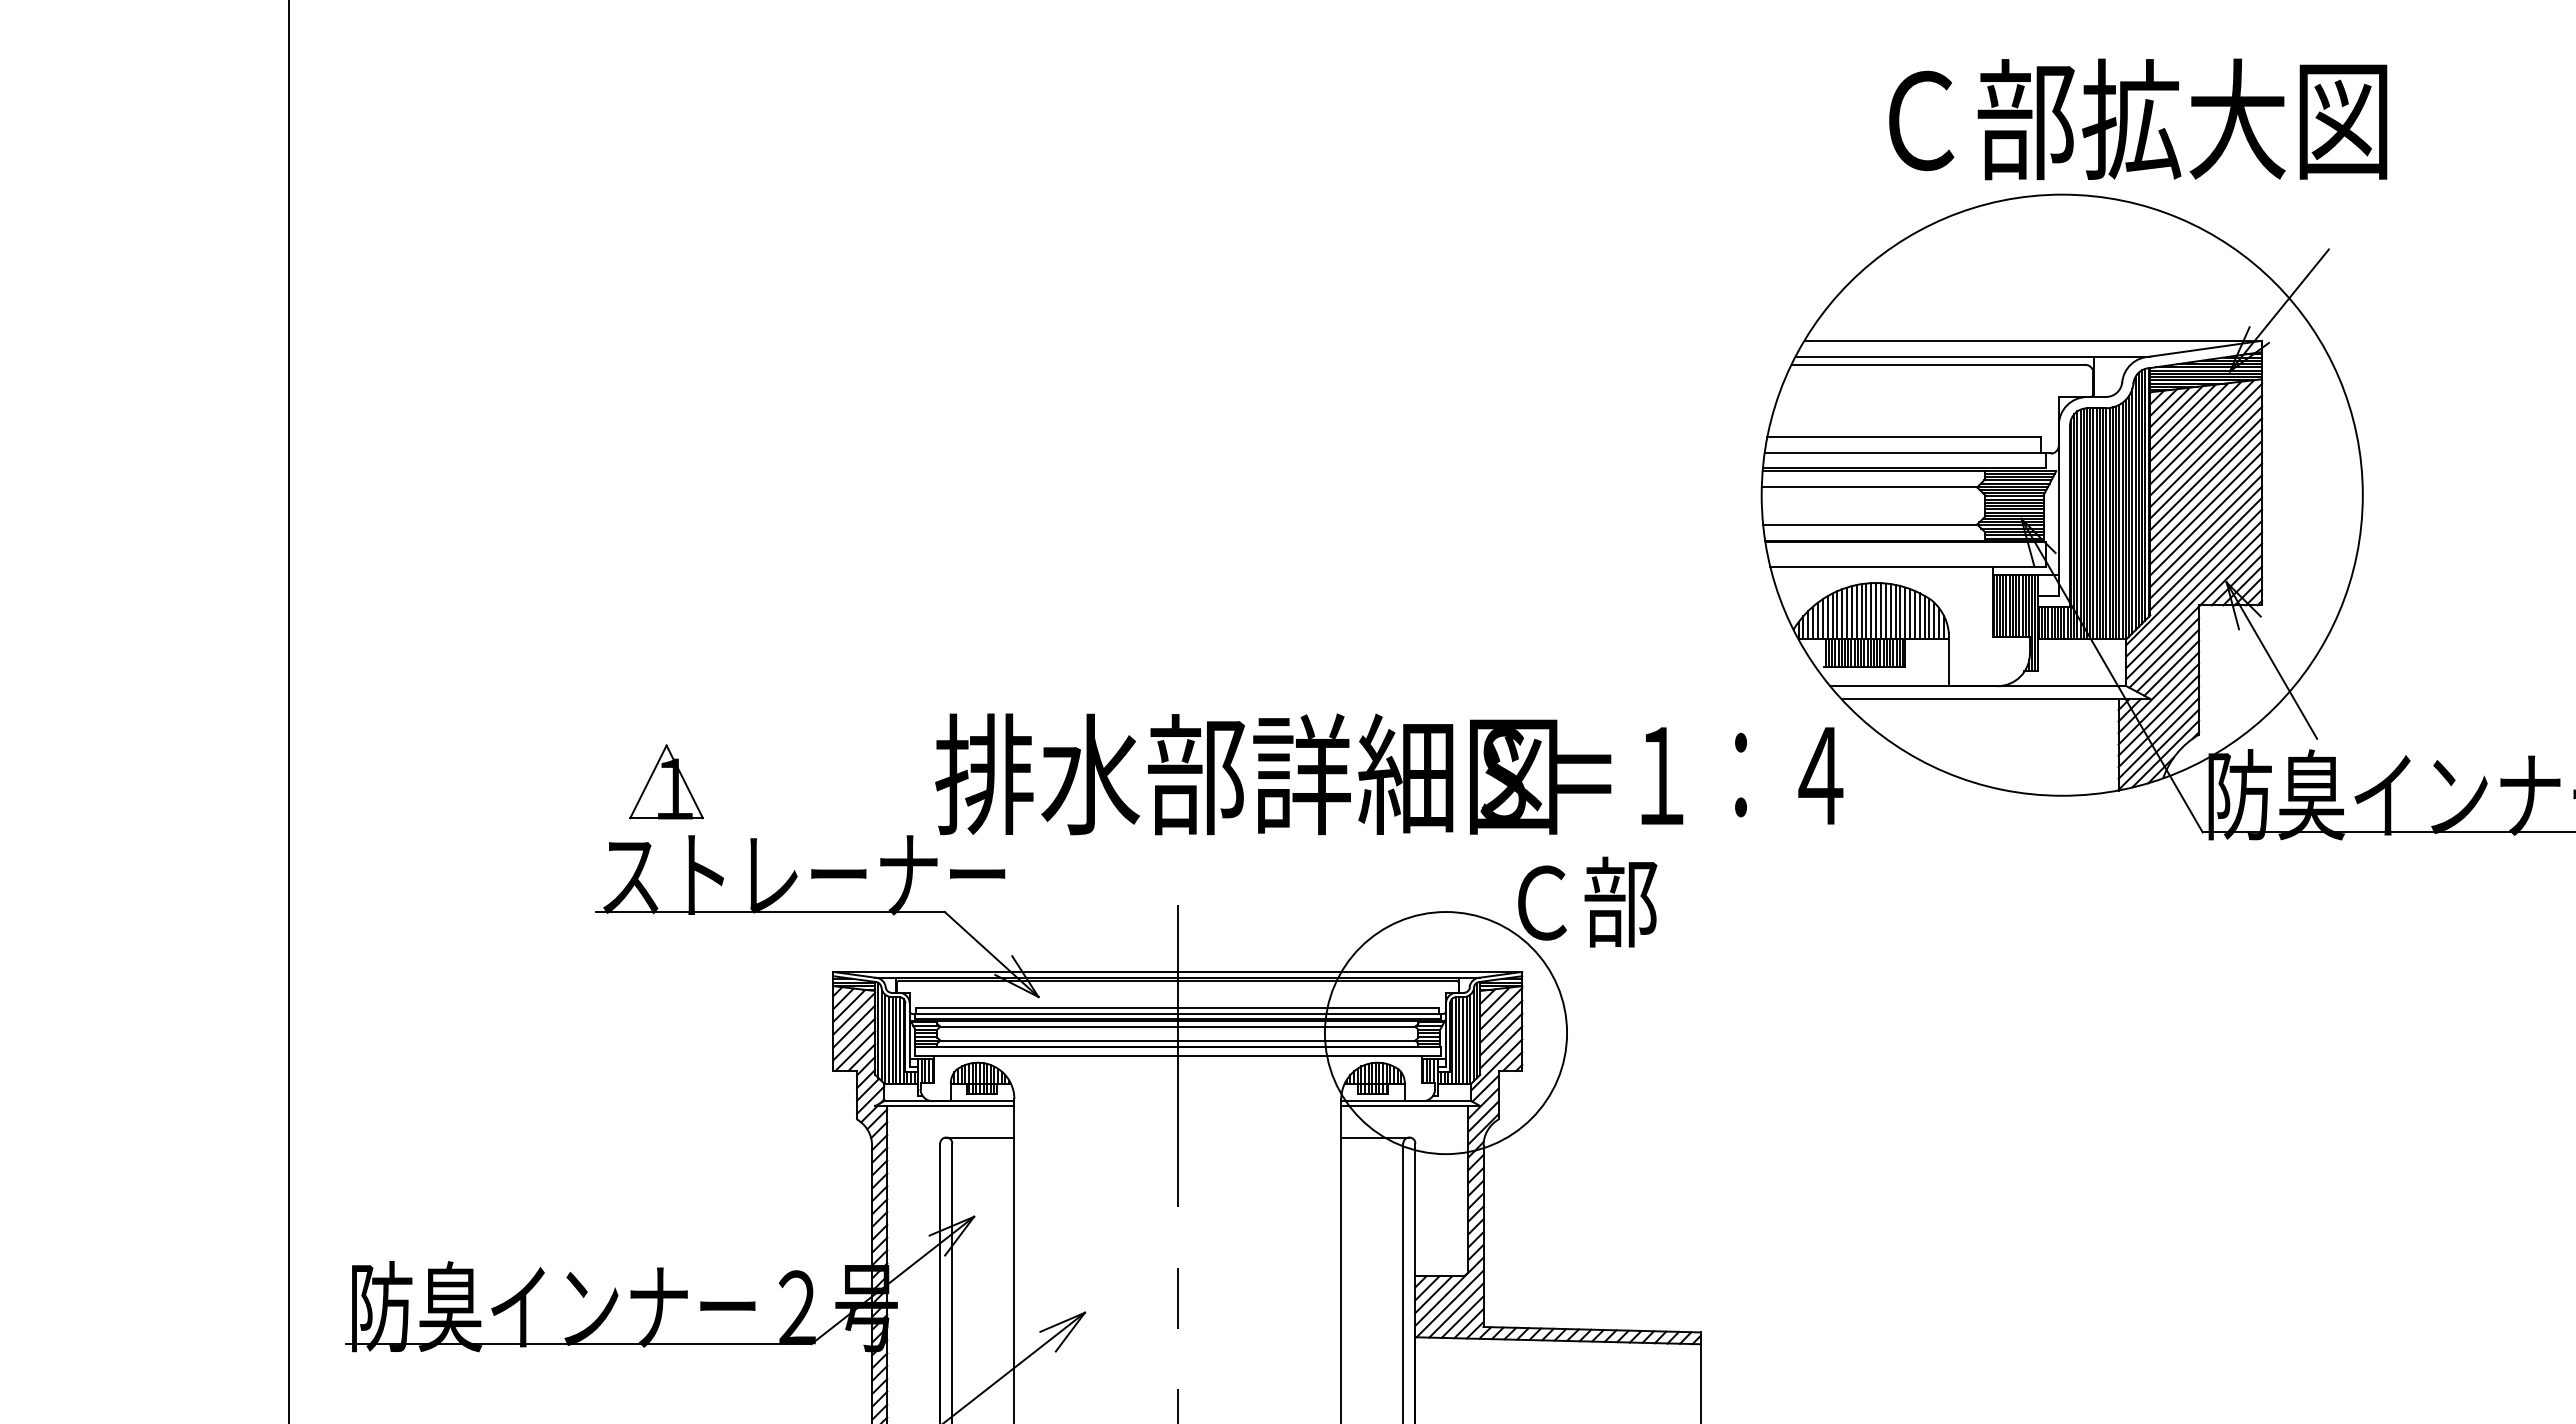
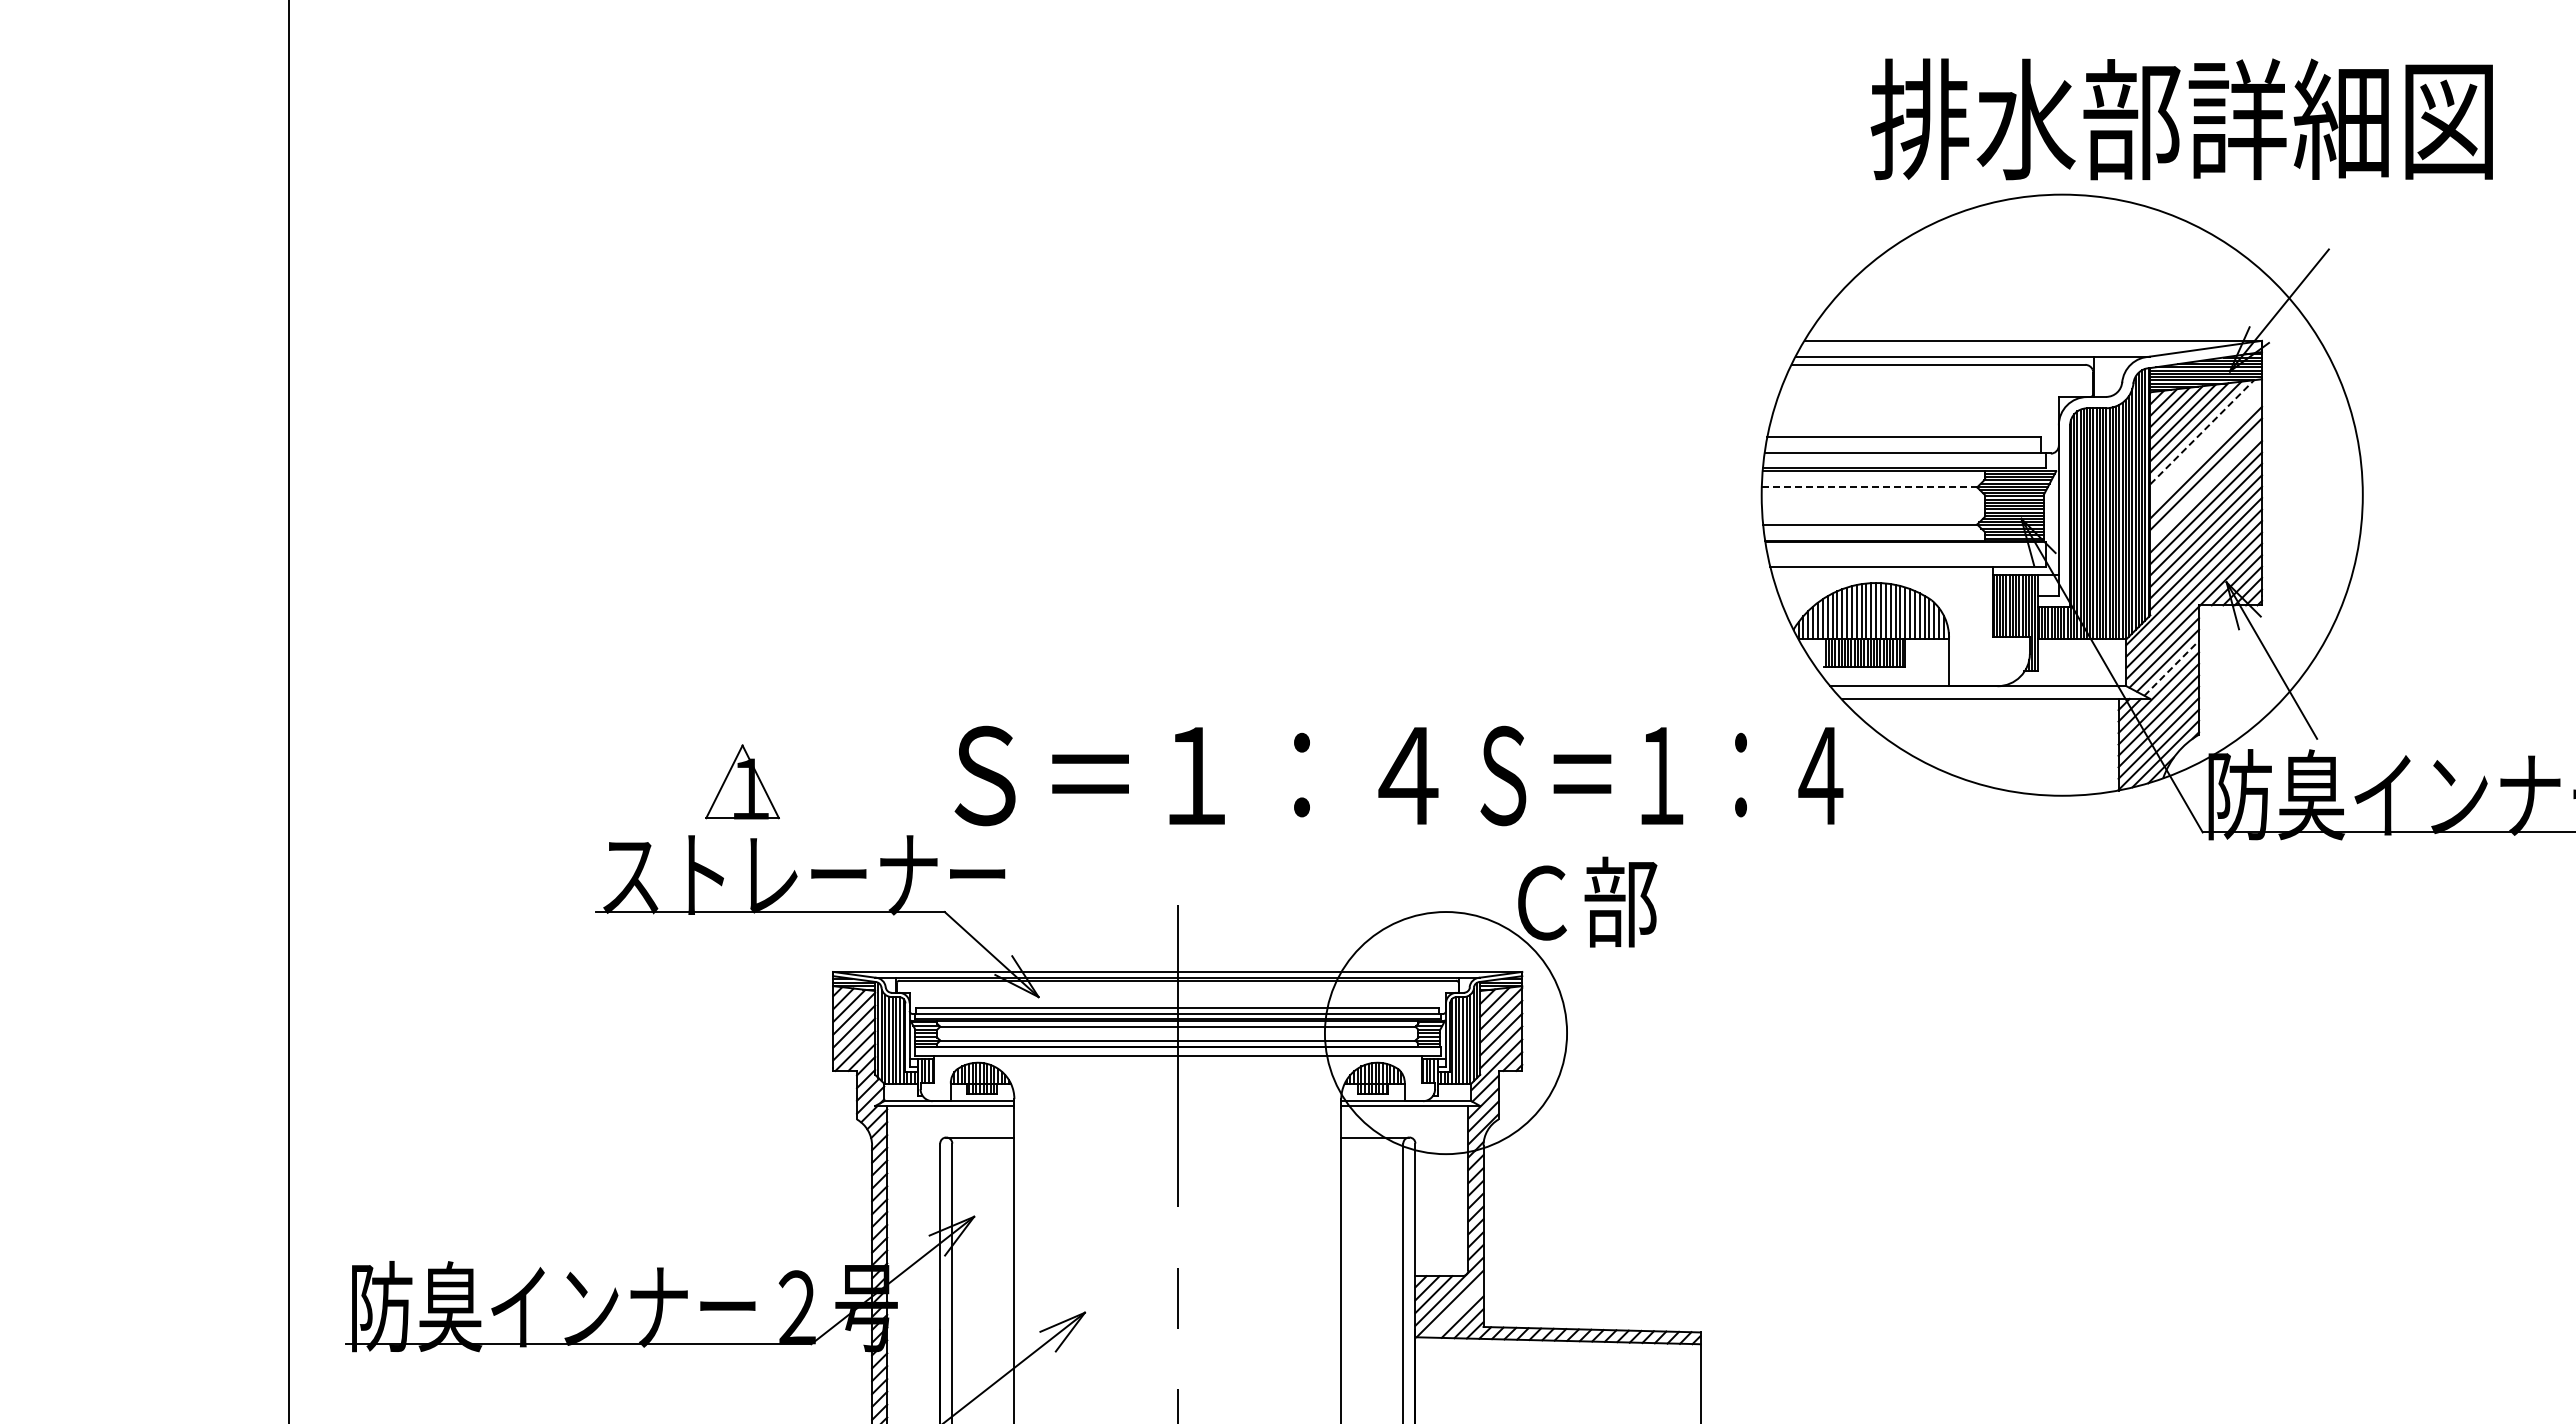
text at (2181, 119): Ｃ部拡大図 -> 排水部詳細図
line at (2202, 432): solid -> dashed
line at (2206, 439): present -> none
line at (2206, 451): present -> none
line at (2206, 485): present -> none
line at (1869, 487): solid -> dashed
line at (2171, 668): solid -> dashed
text at (1246, 774): 排水部詳細図 -> Ｓ＝１：４
part at (666, 781) position: (666, 781) -> (742, 781)
line at (1456, 1310): present -> none
